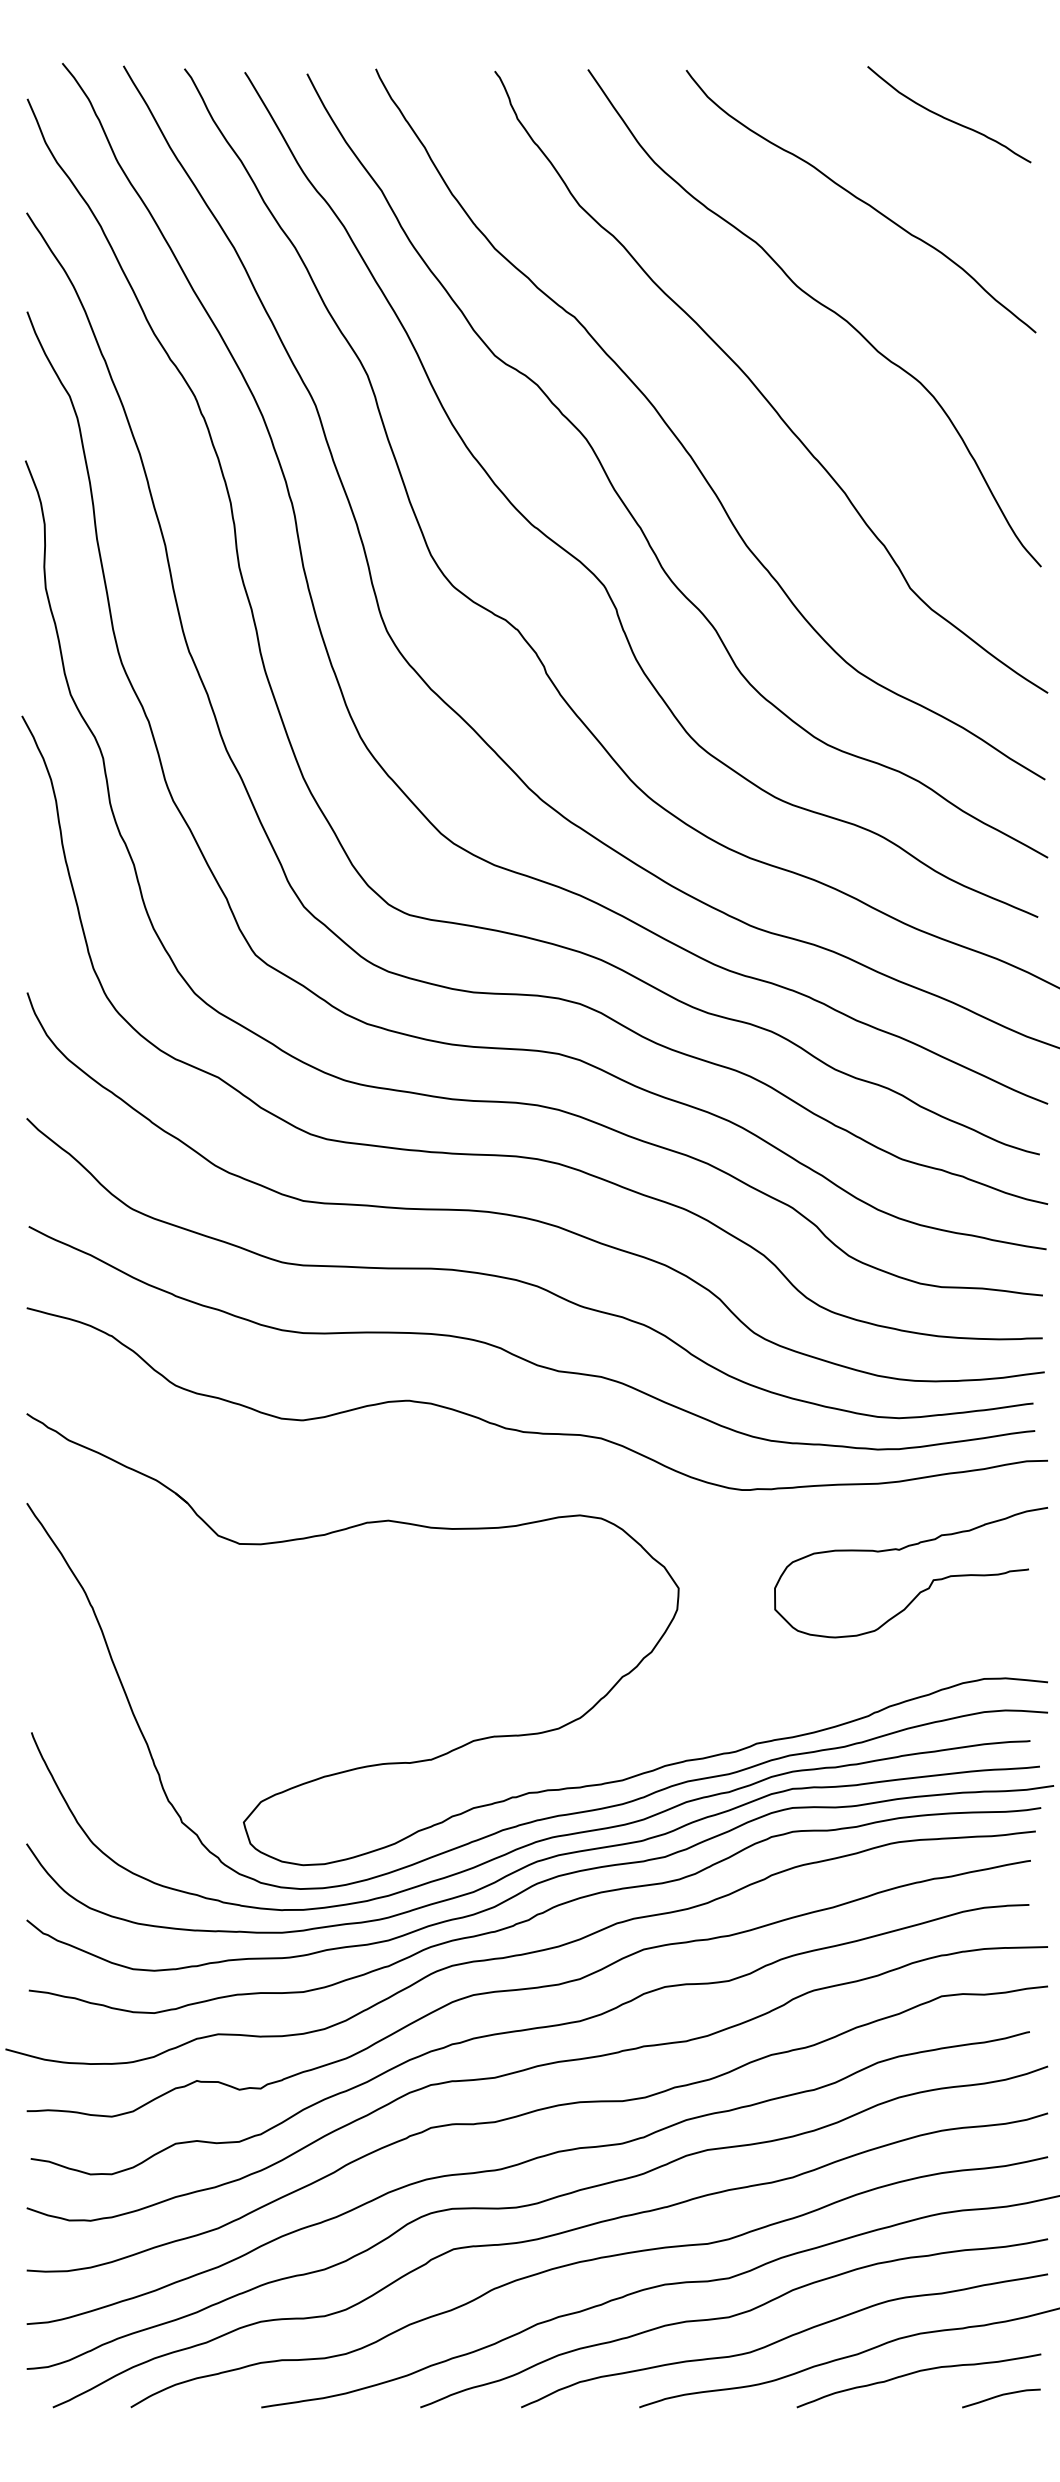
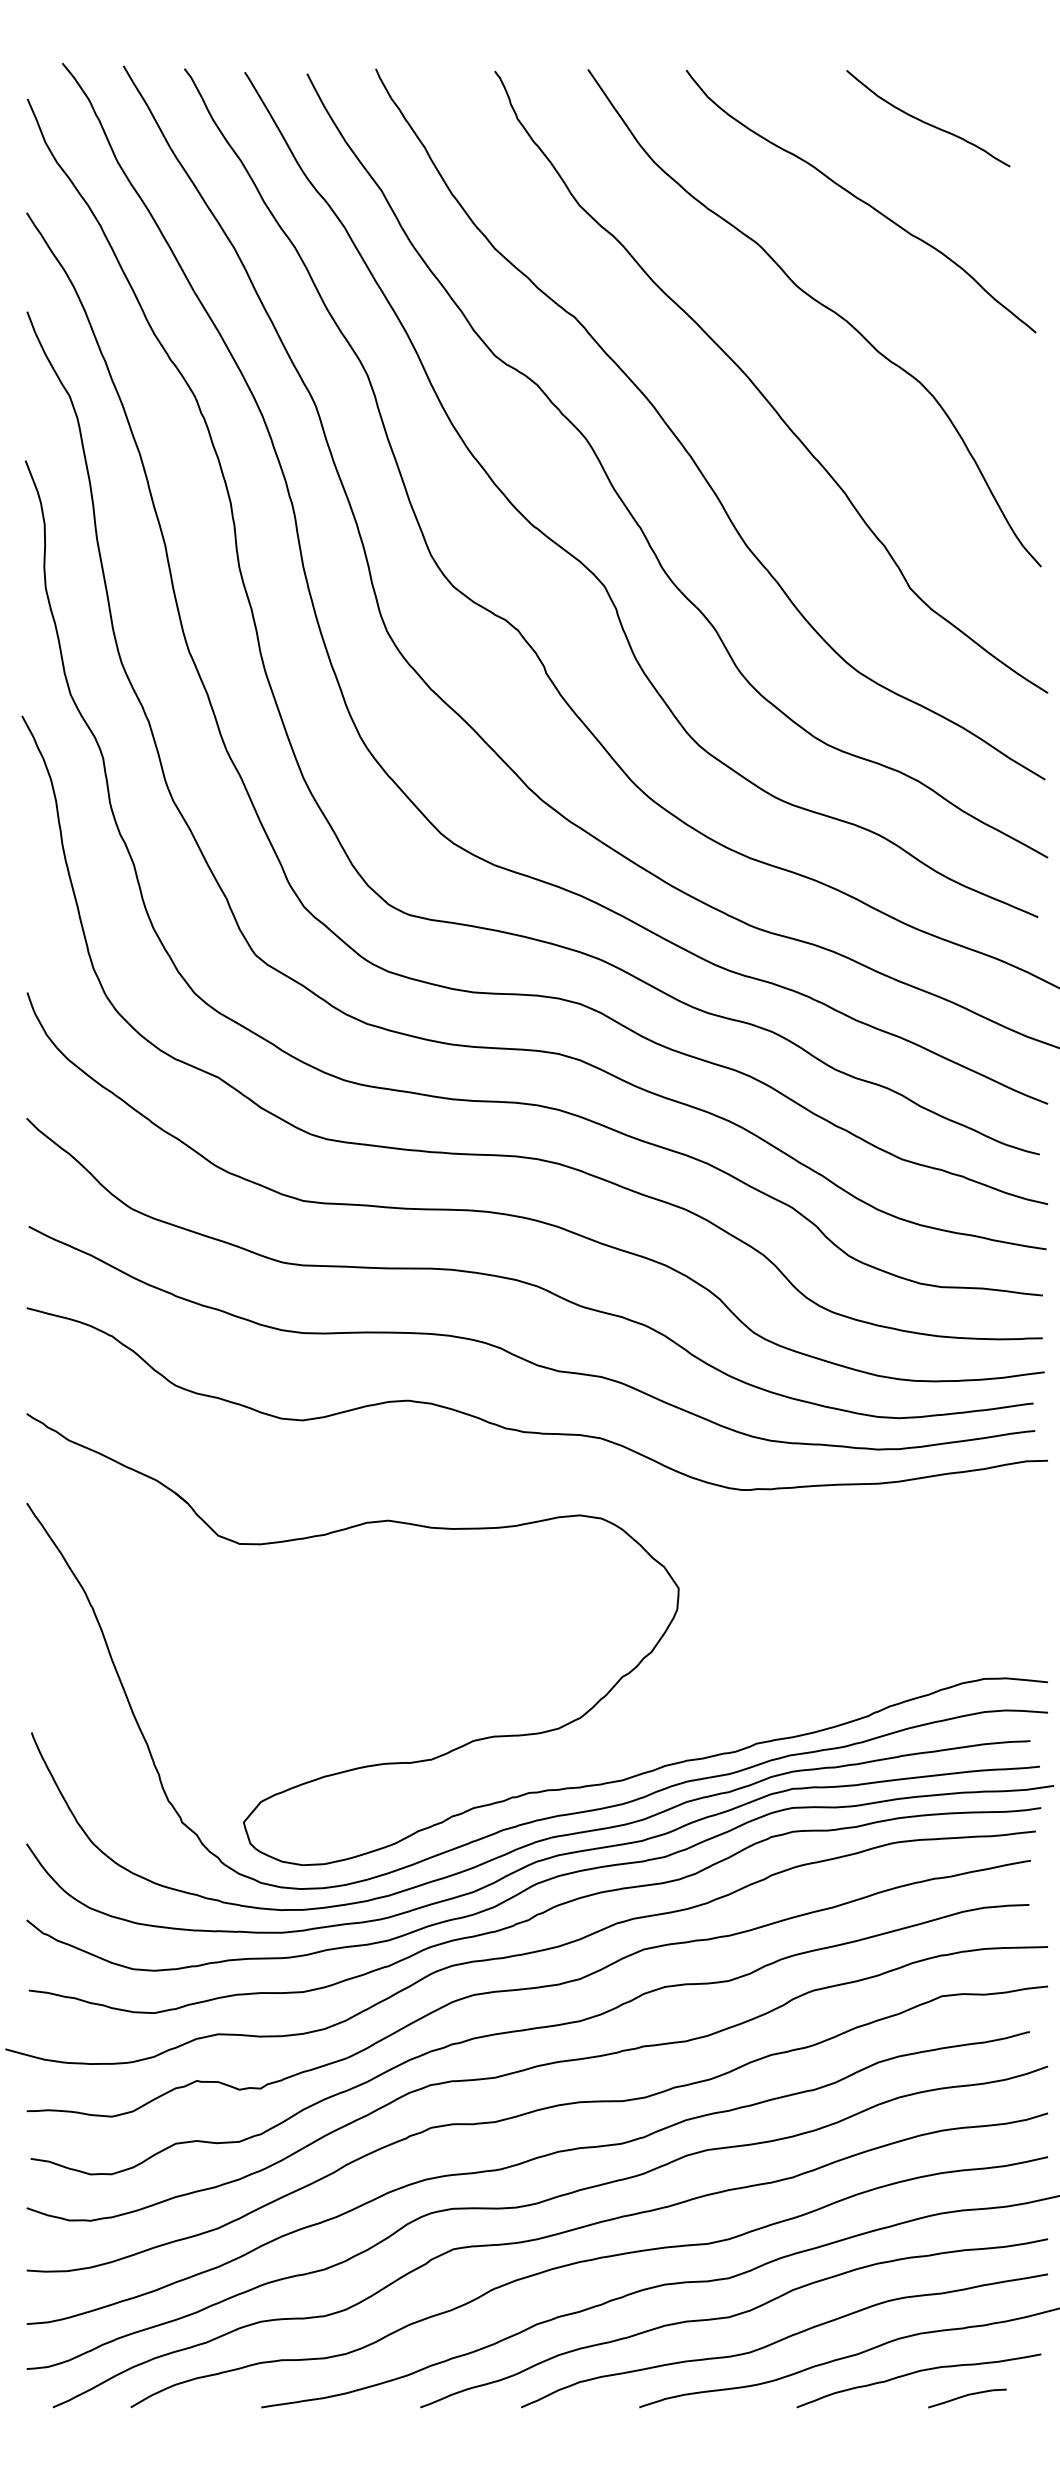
curve at (948, 118) position: (948, 118) -> (927, 122)
curve at (921, 1590): present -> none
curve at (1001, 2396) position: (1001, 2396) -> (967, 2396)
